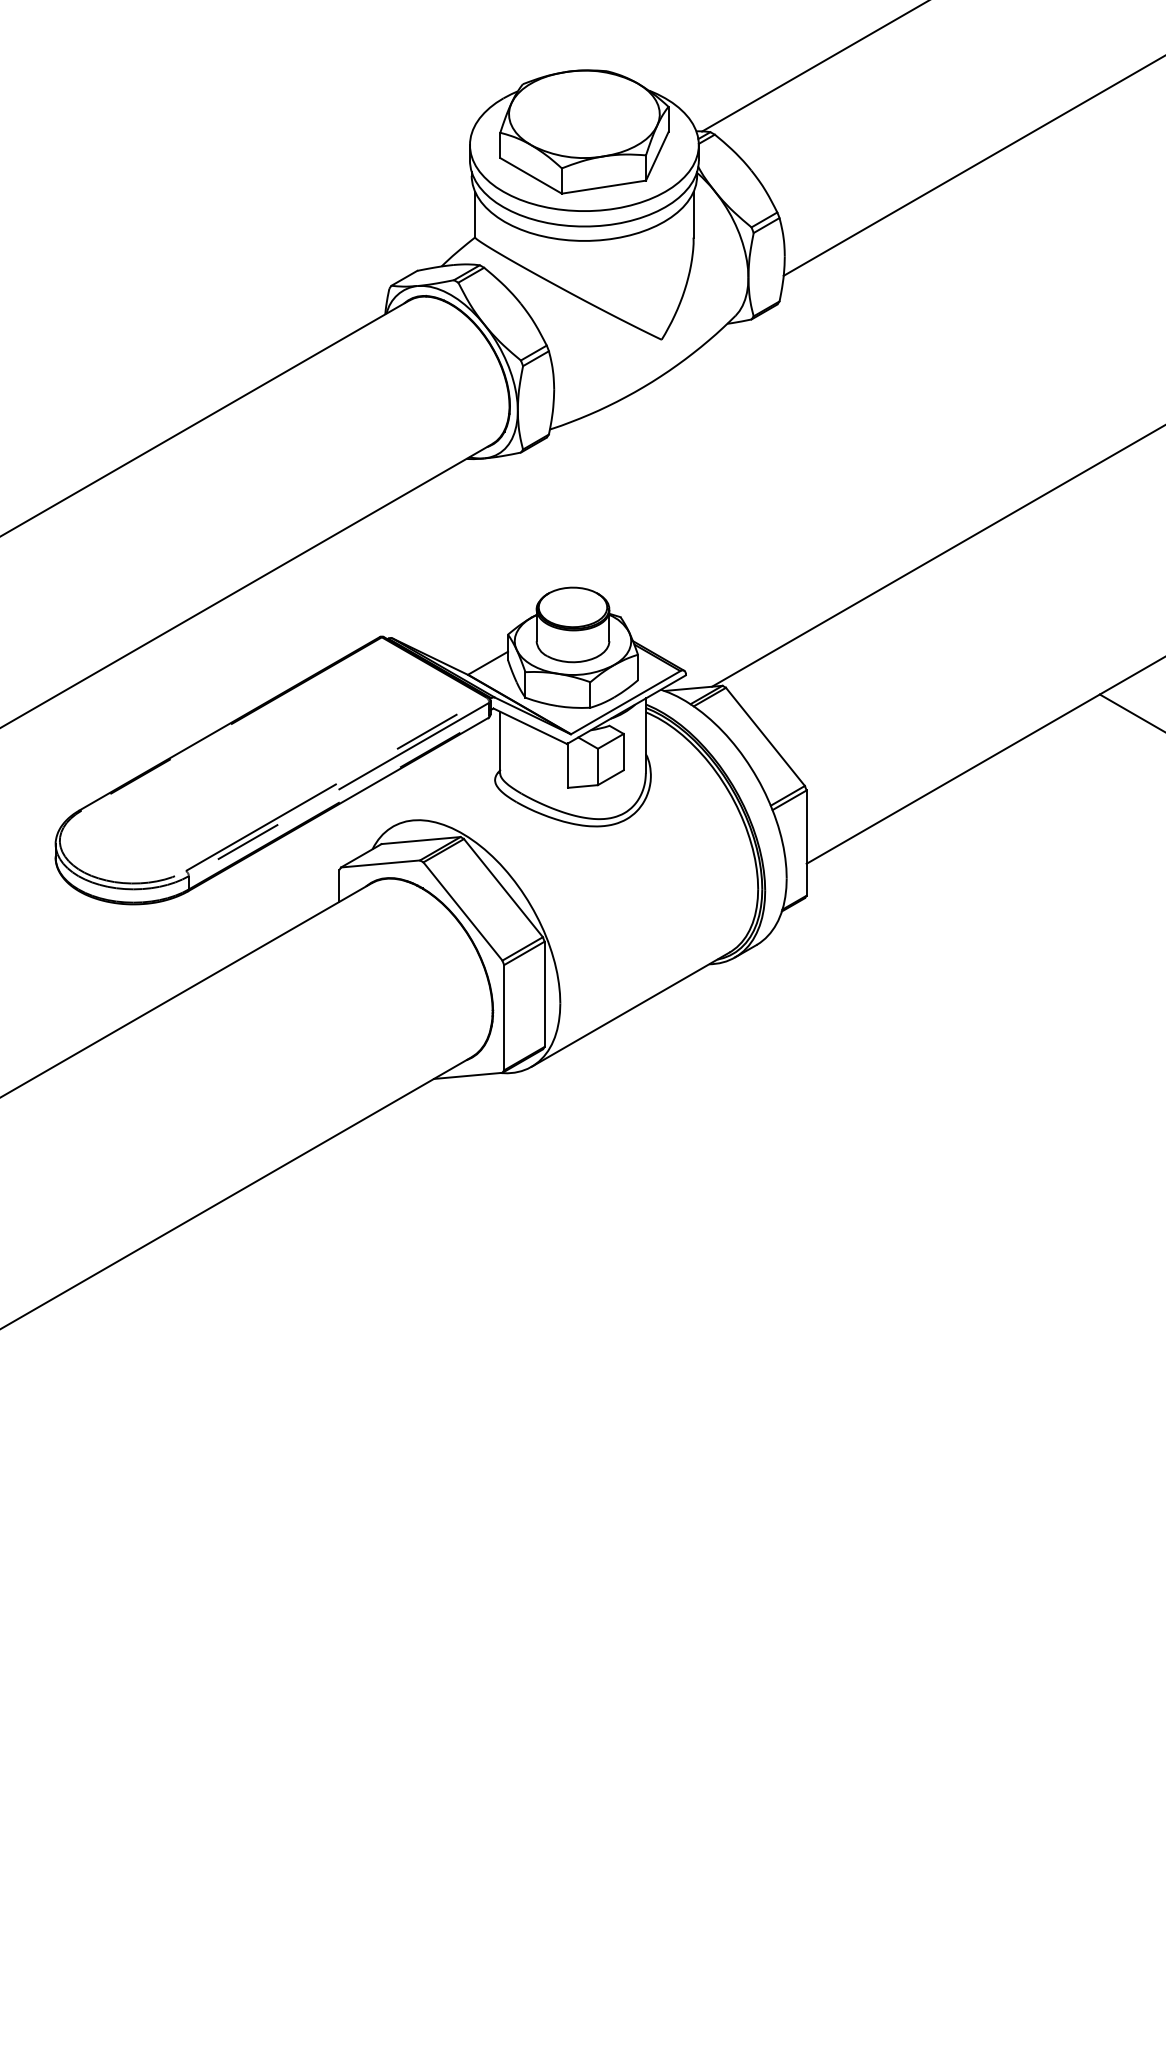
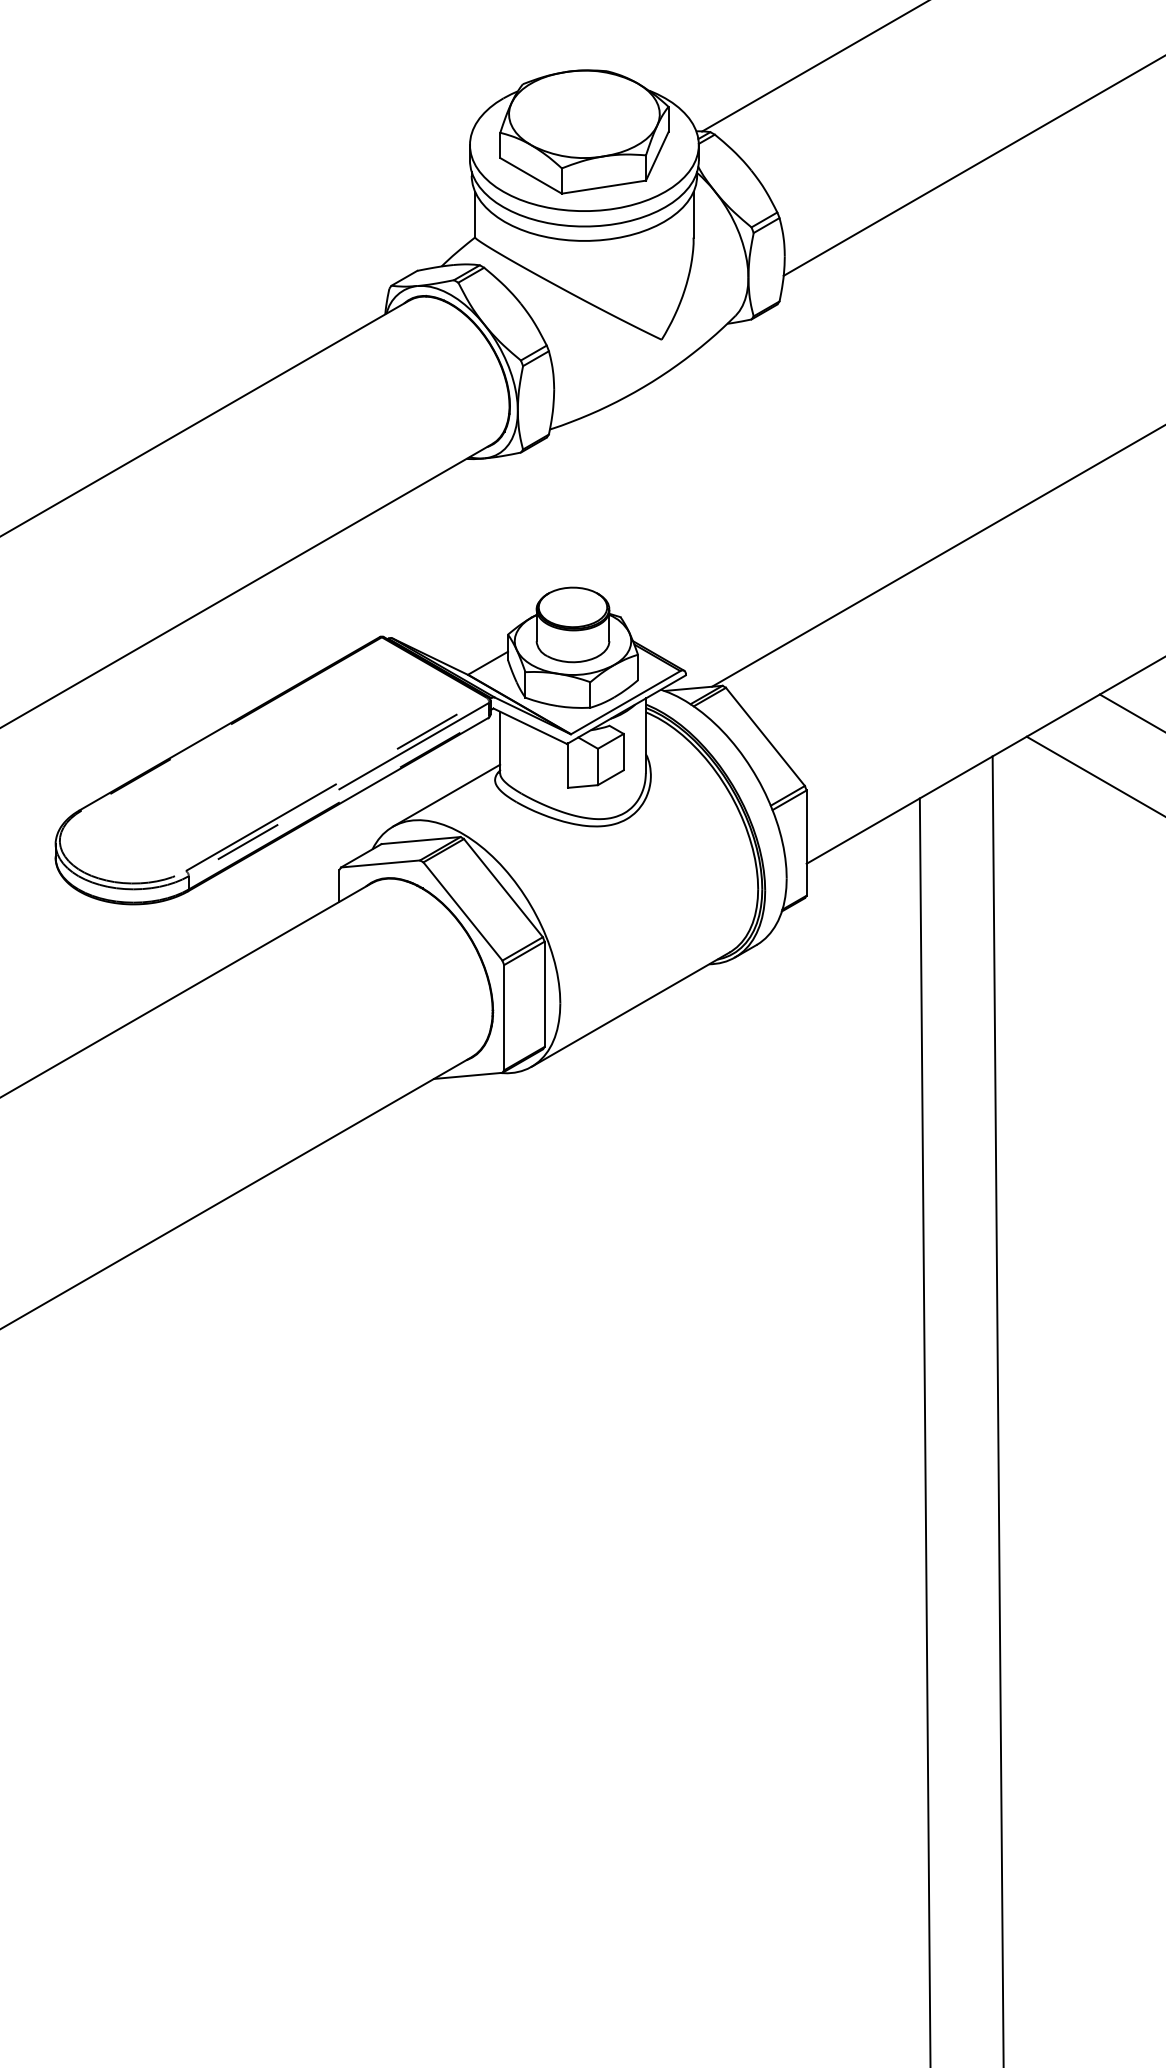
line at (1094, 775): none -> present
line at (446, 795): none -> present
line at (997, 1410): none -> present
line at (924, 1431): none -> present
